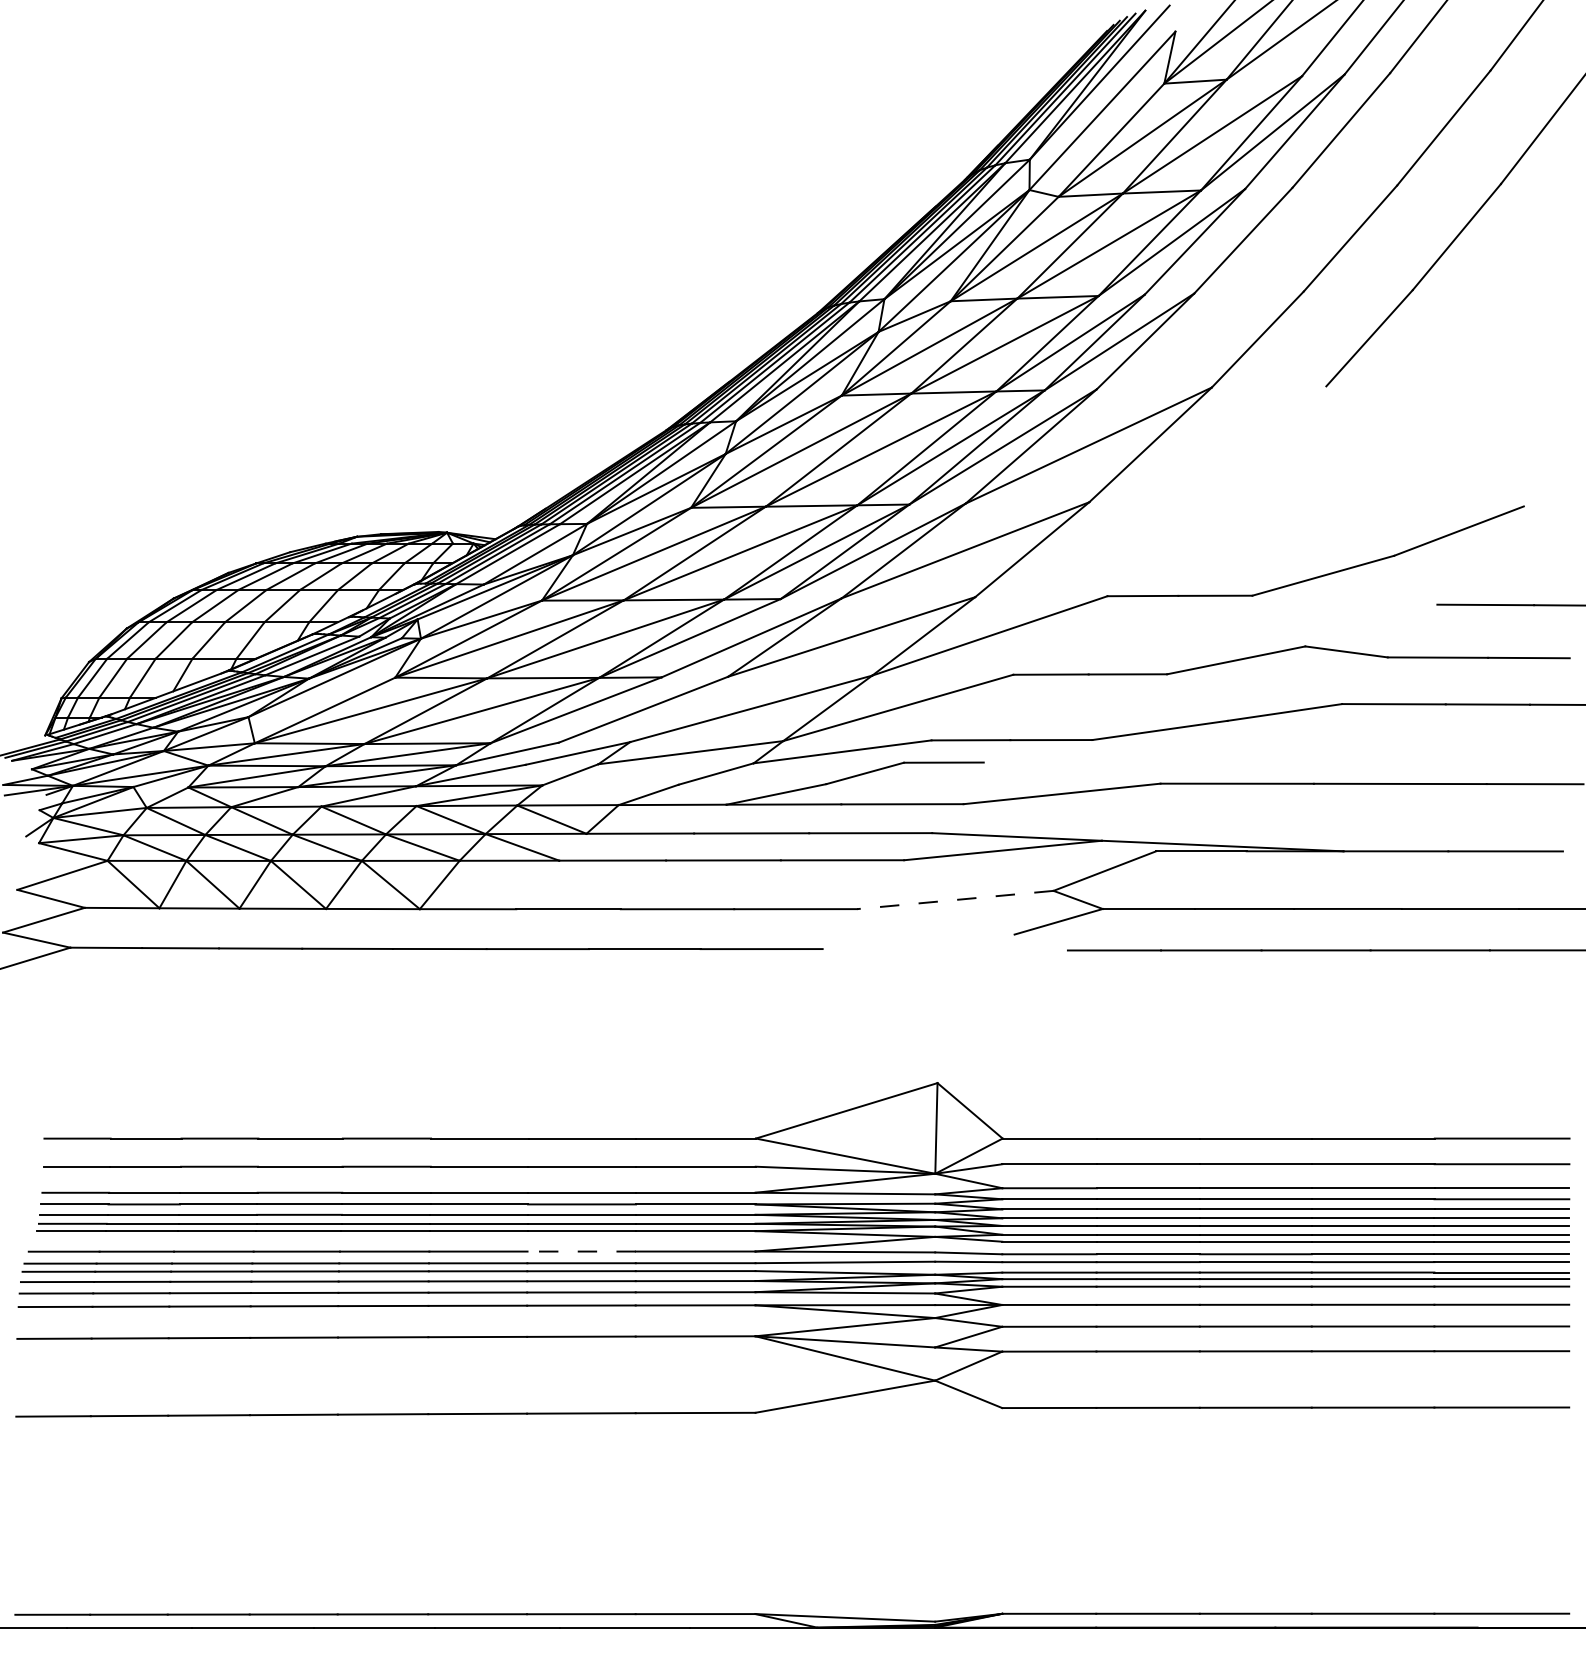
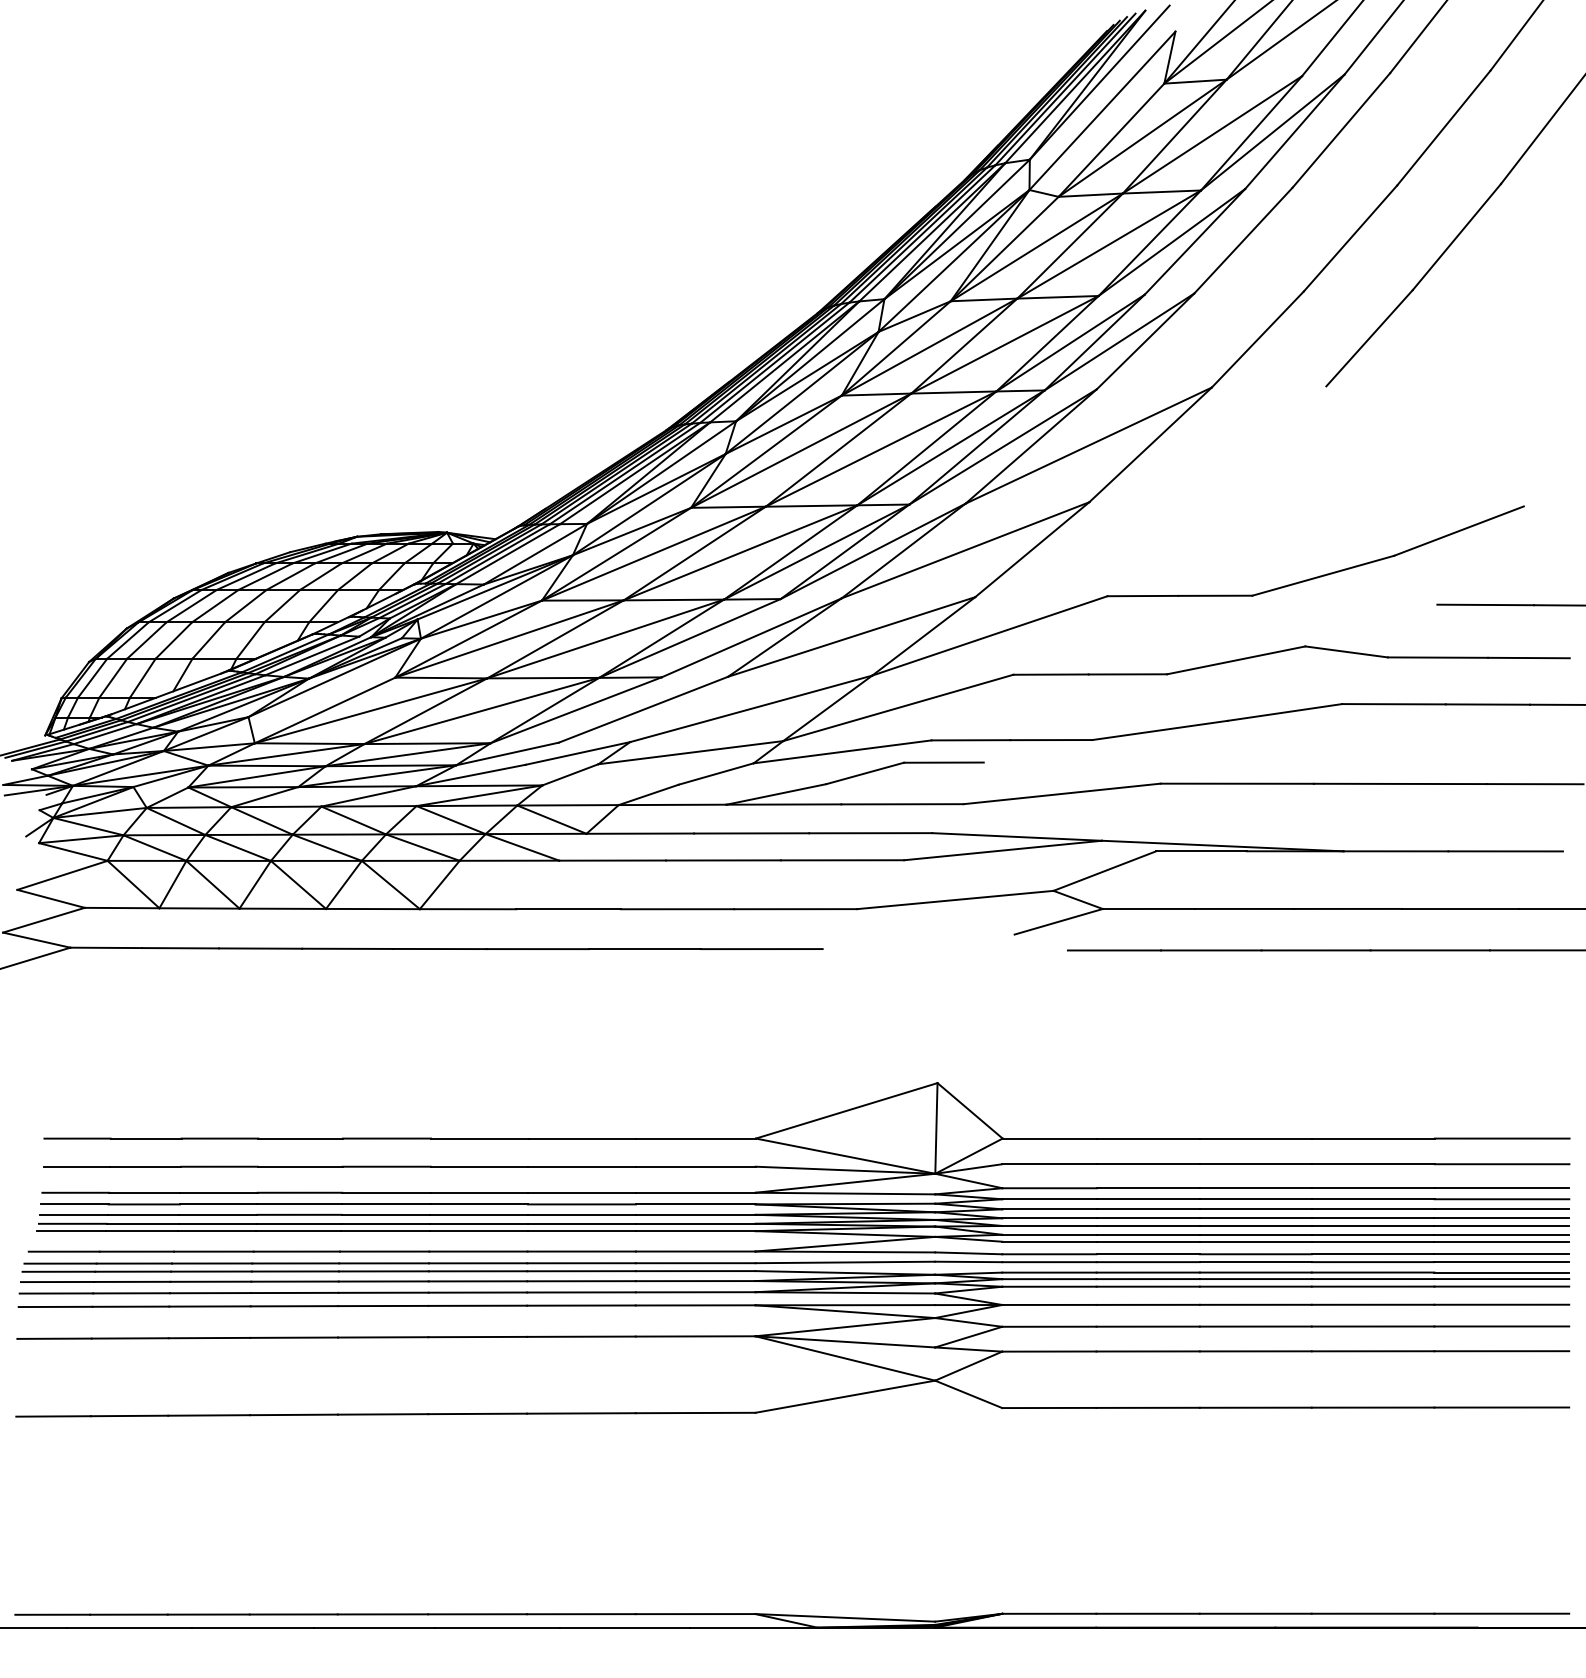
line at (955, 900): dashed -> solid
line at (581, 1251): dashed -> solid
